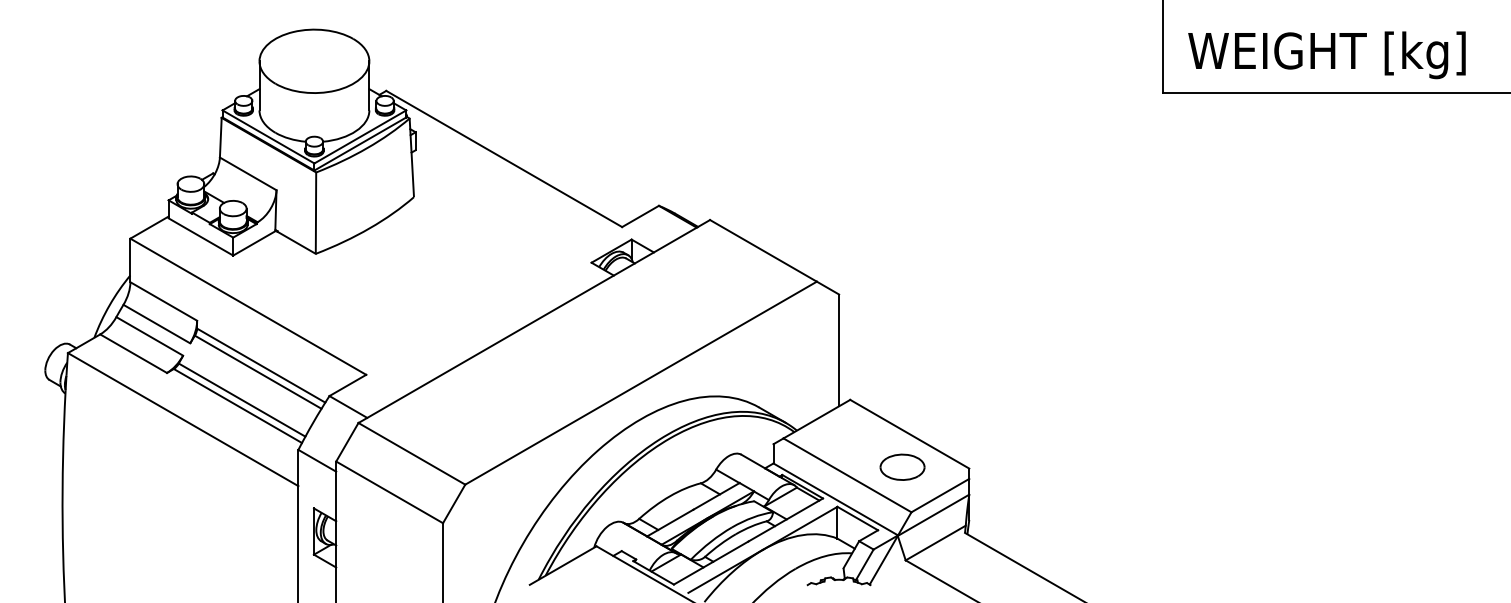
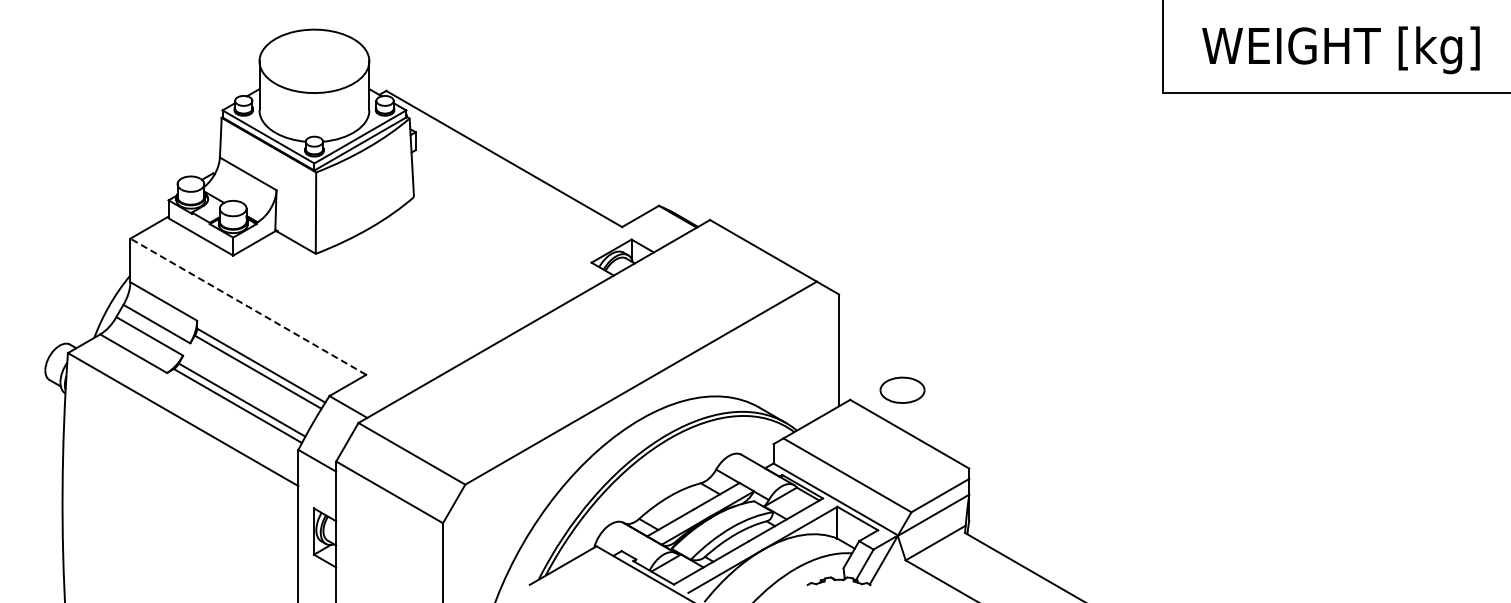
text at (1326, 55) position: (1326, 55) -> (1340, 50)
line at (247, 306): solid -> dashed
part at (902, 466) position: (902, 466) -> (902, 389)
